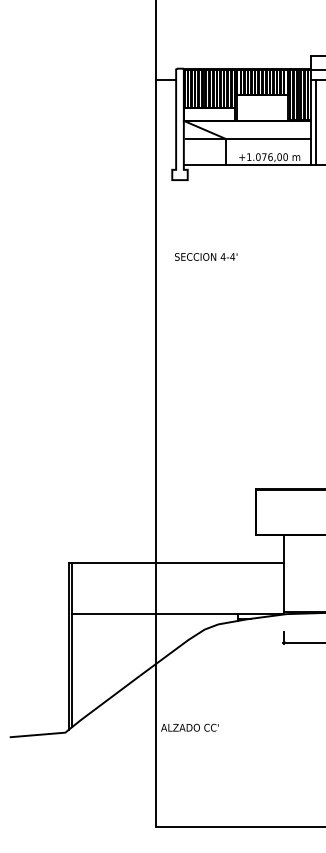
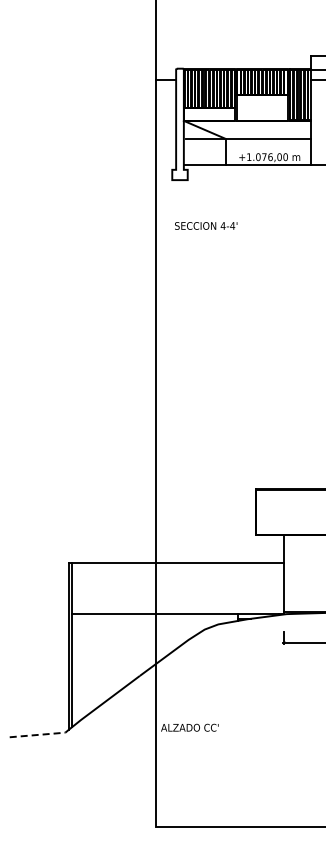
line at (315, 121): present -> none
text at (206, 256) position: (206, 256) -> (206, 225)
line at (40, 734): solid -> dashed
